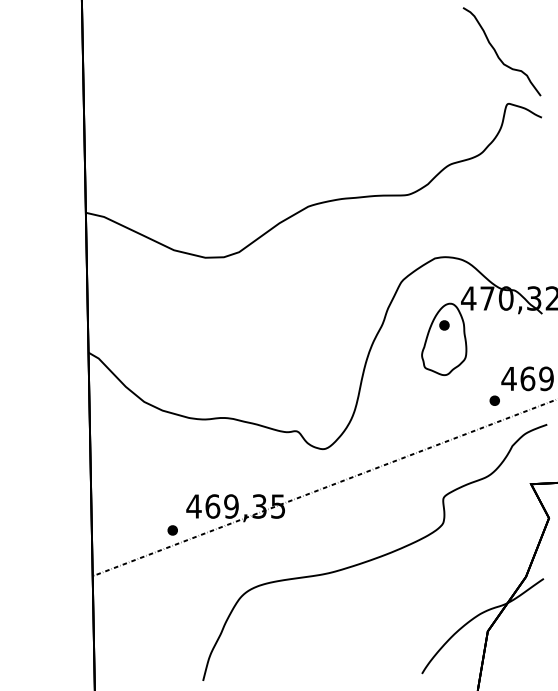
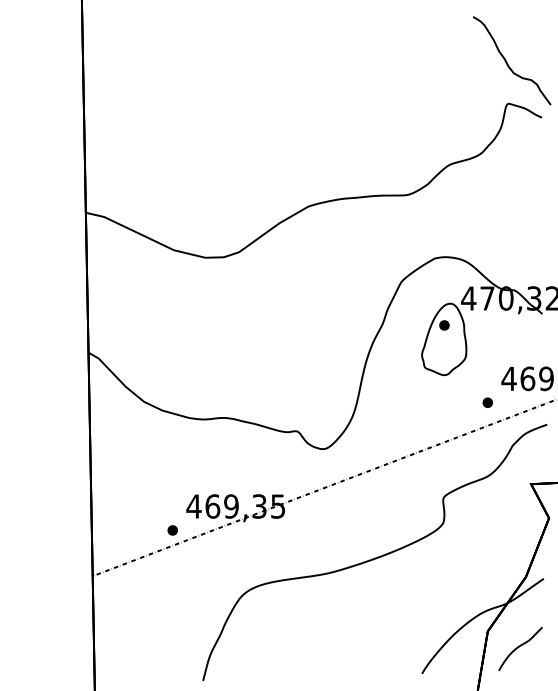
curve at (497, 53) position: (497, 53) -> (507, 62)
part at (494, 400) position: (494, 400) -> (487, 402)
curve at (519, 647): none -> present
